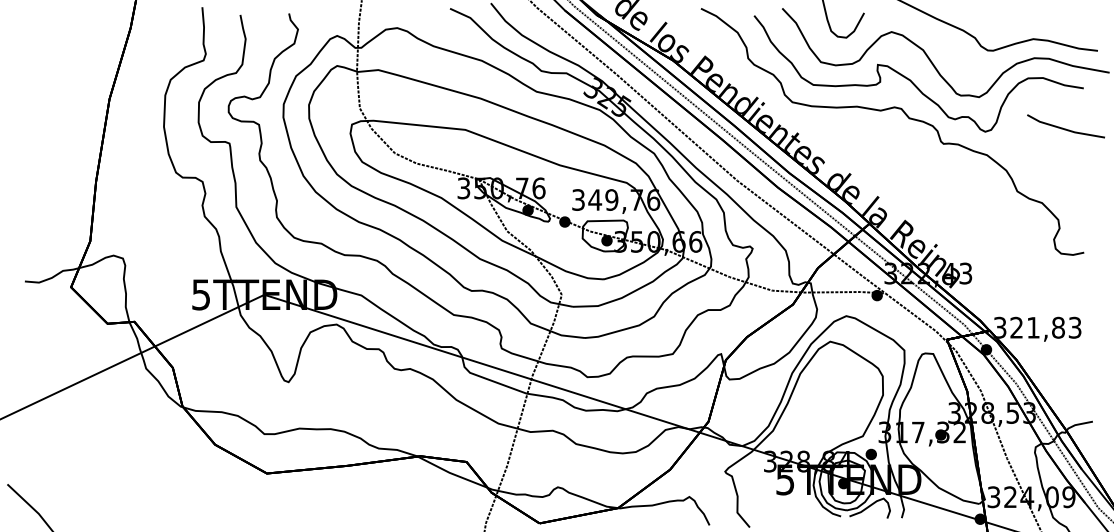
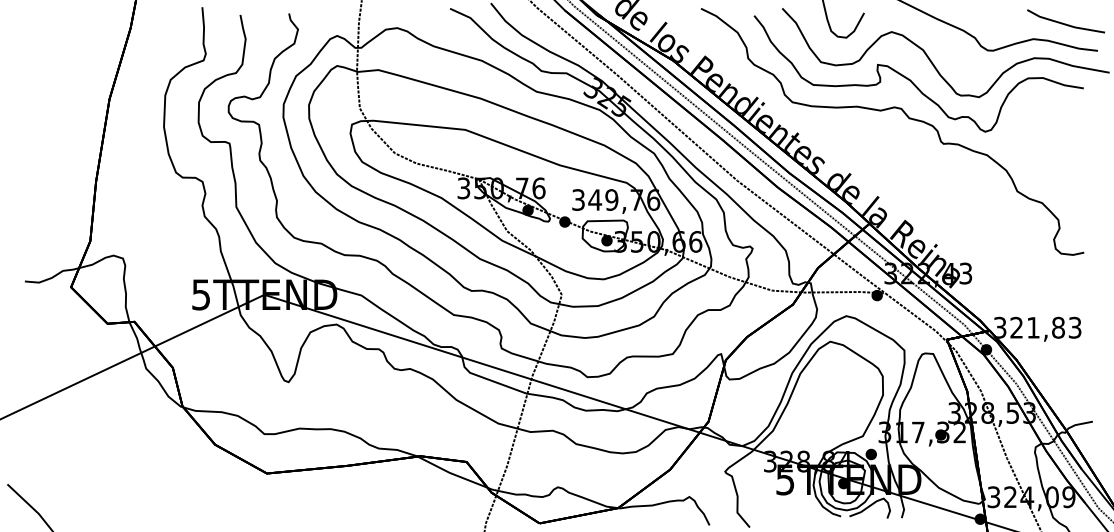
part at (1065, 126) position: (1065, 126) -> (1065, 21)
